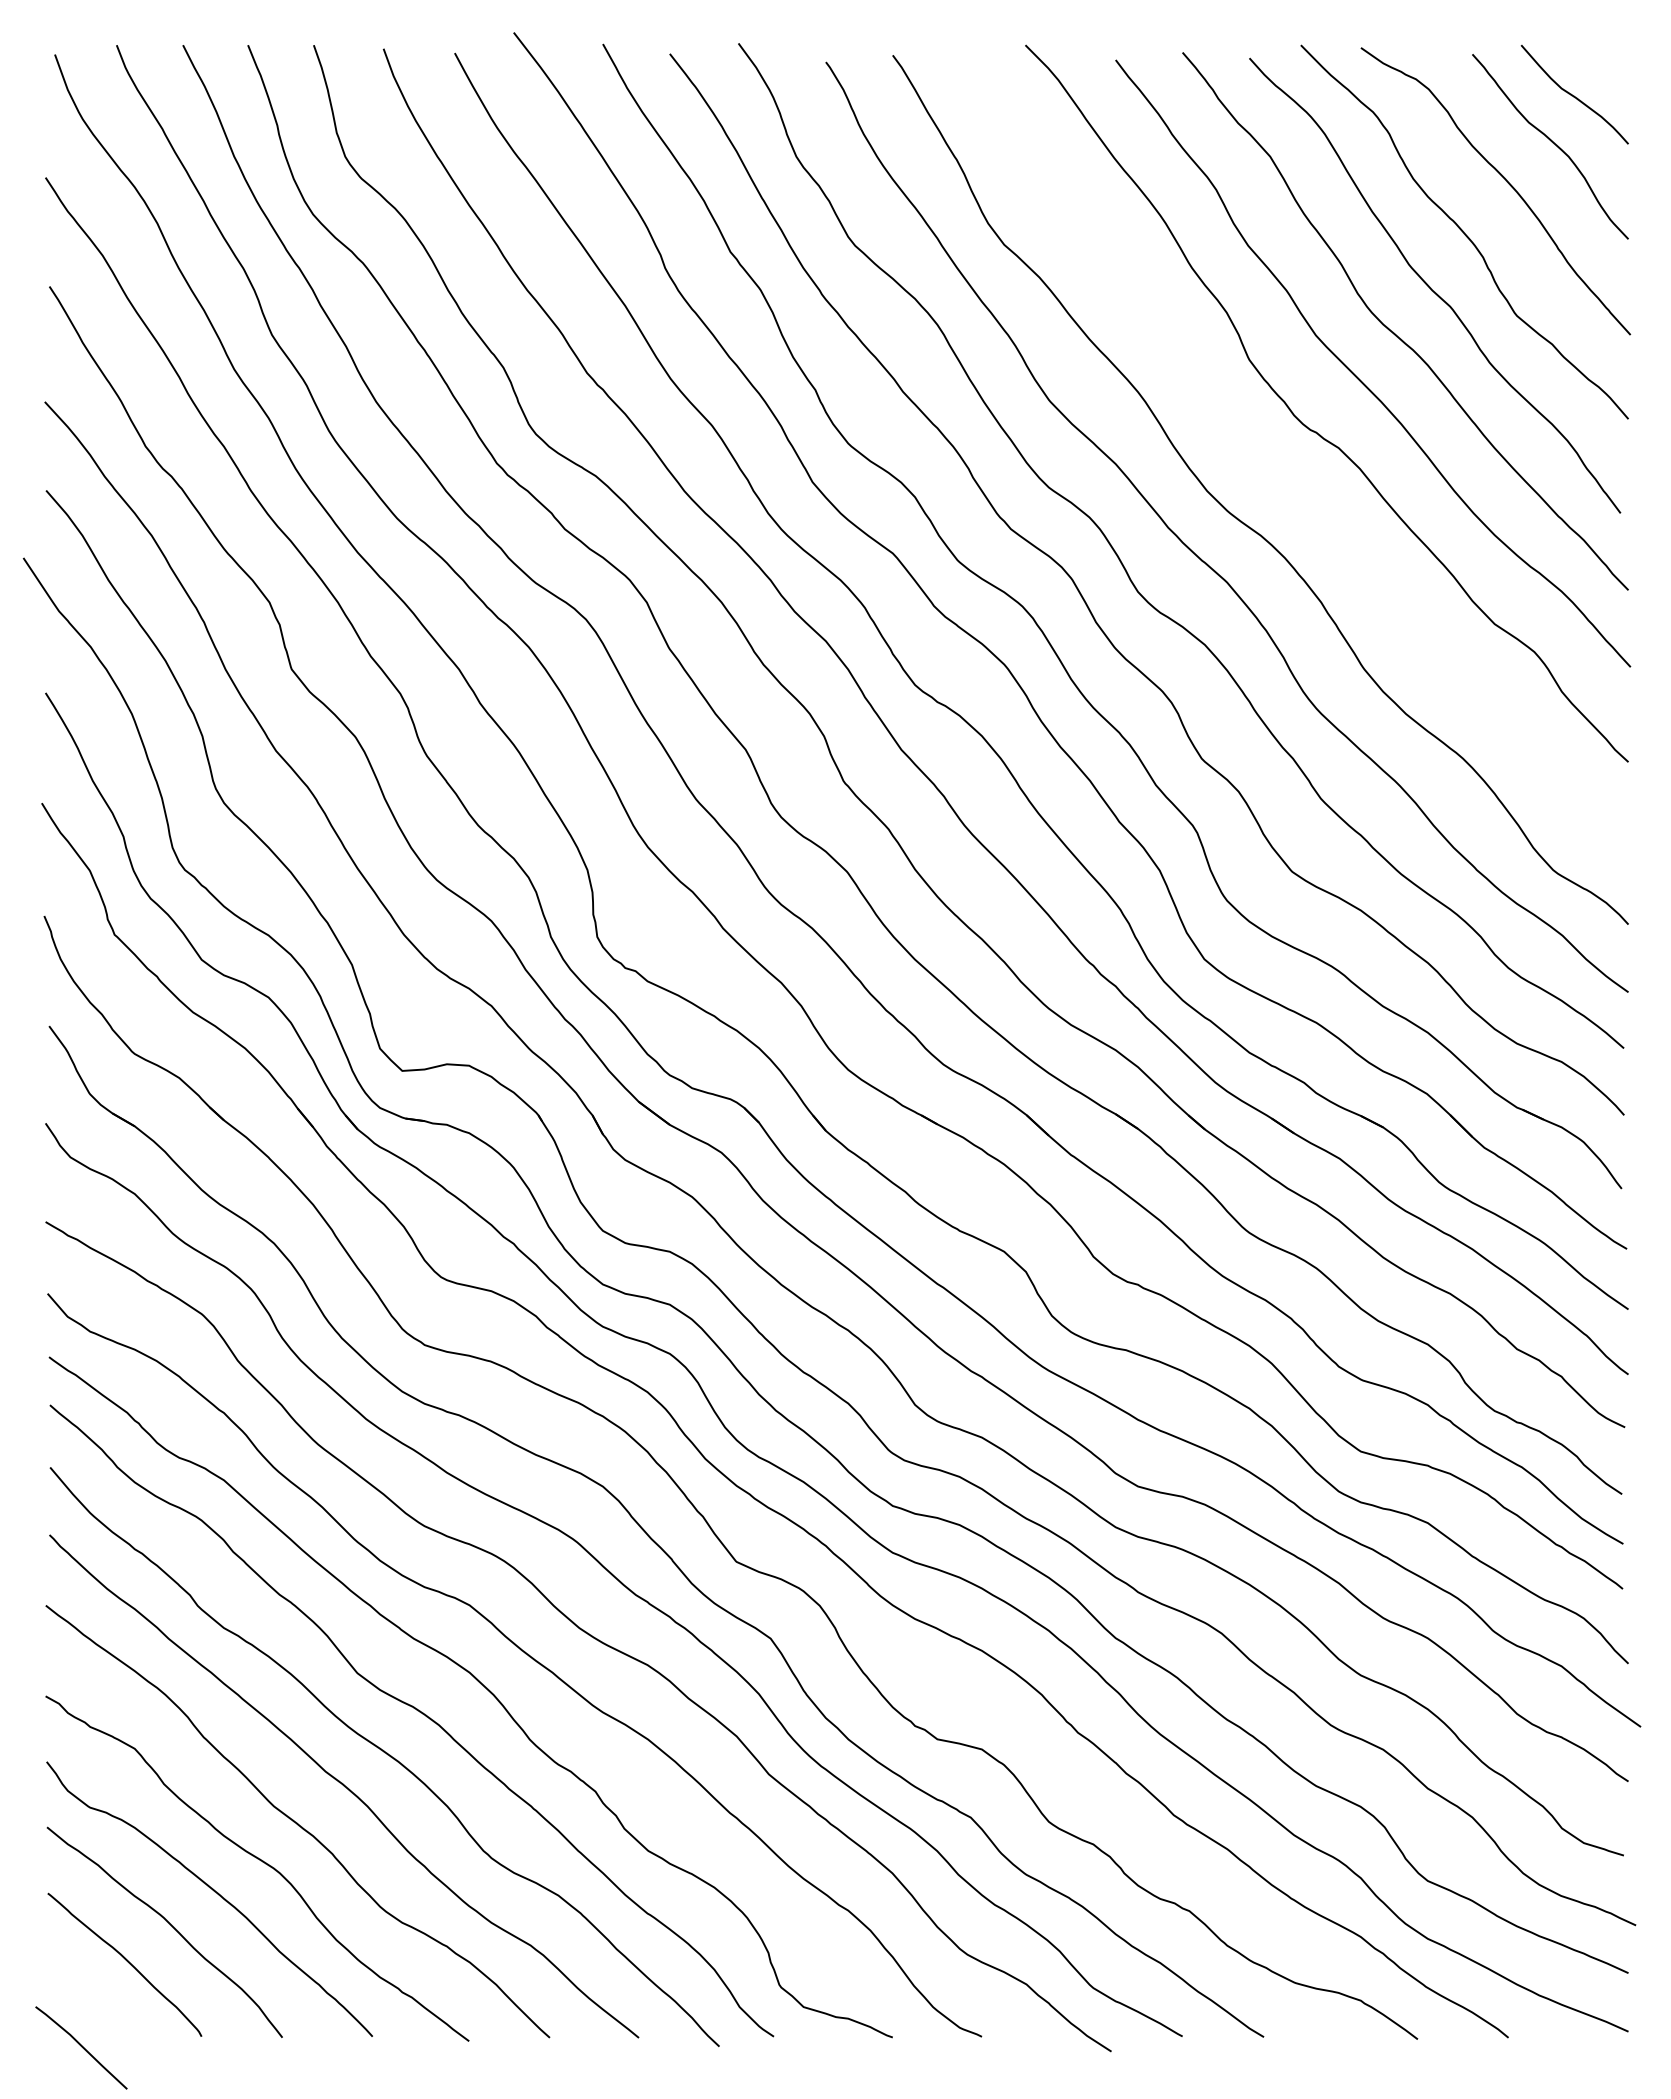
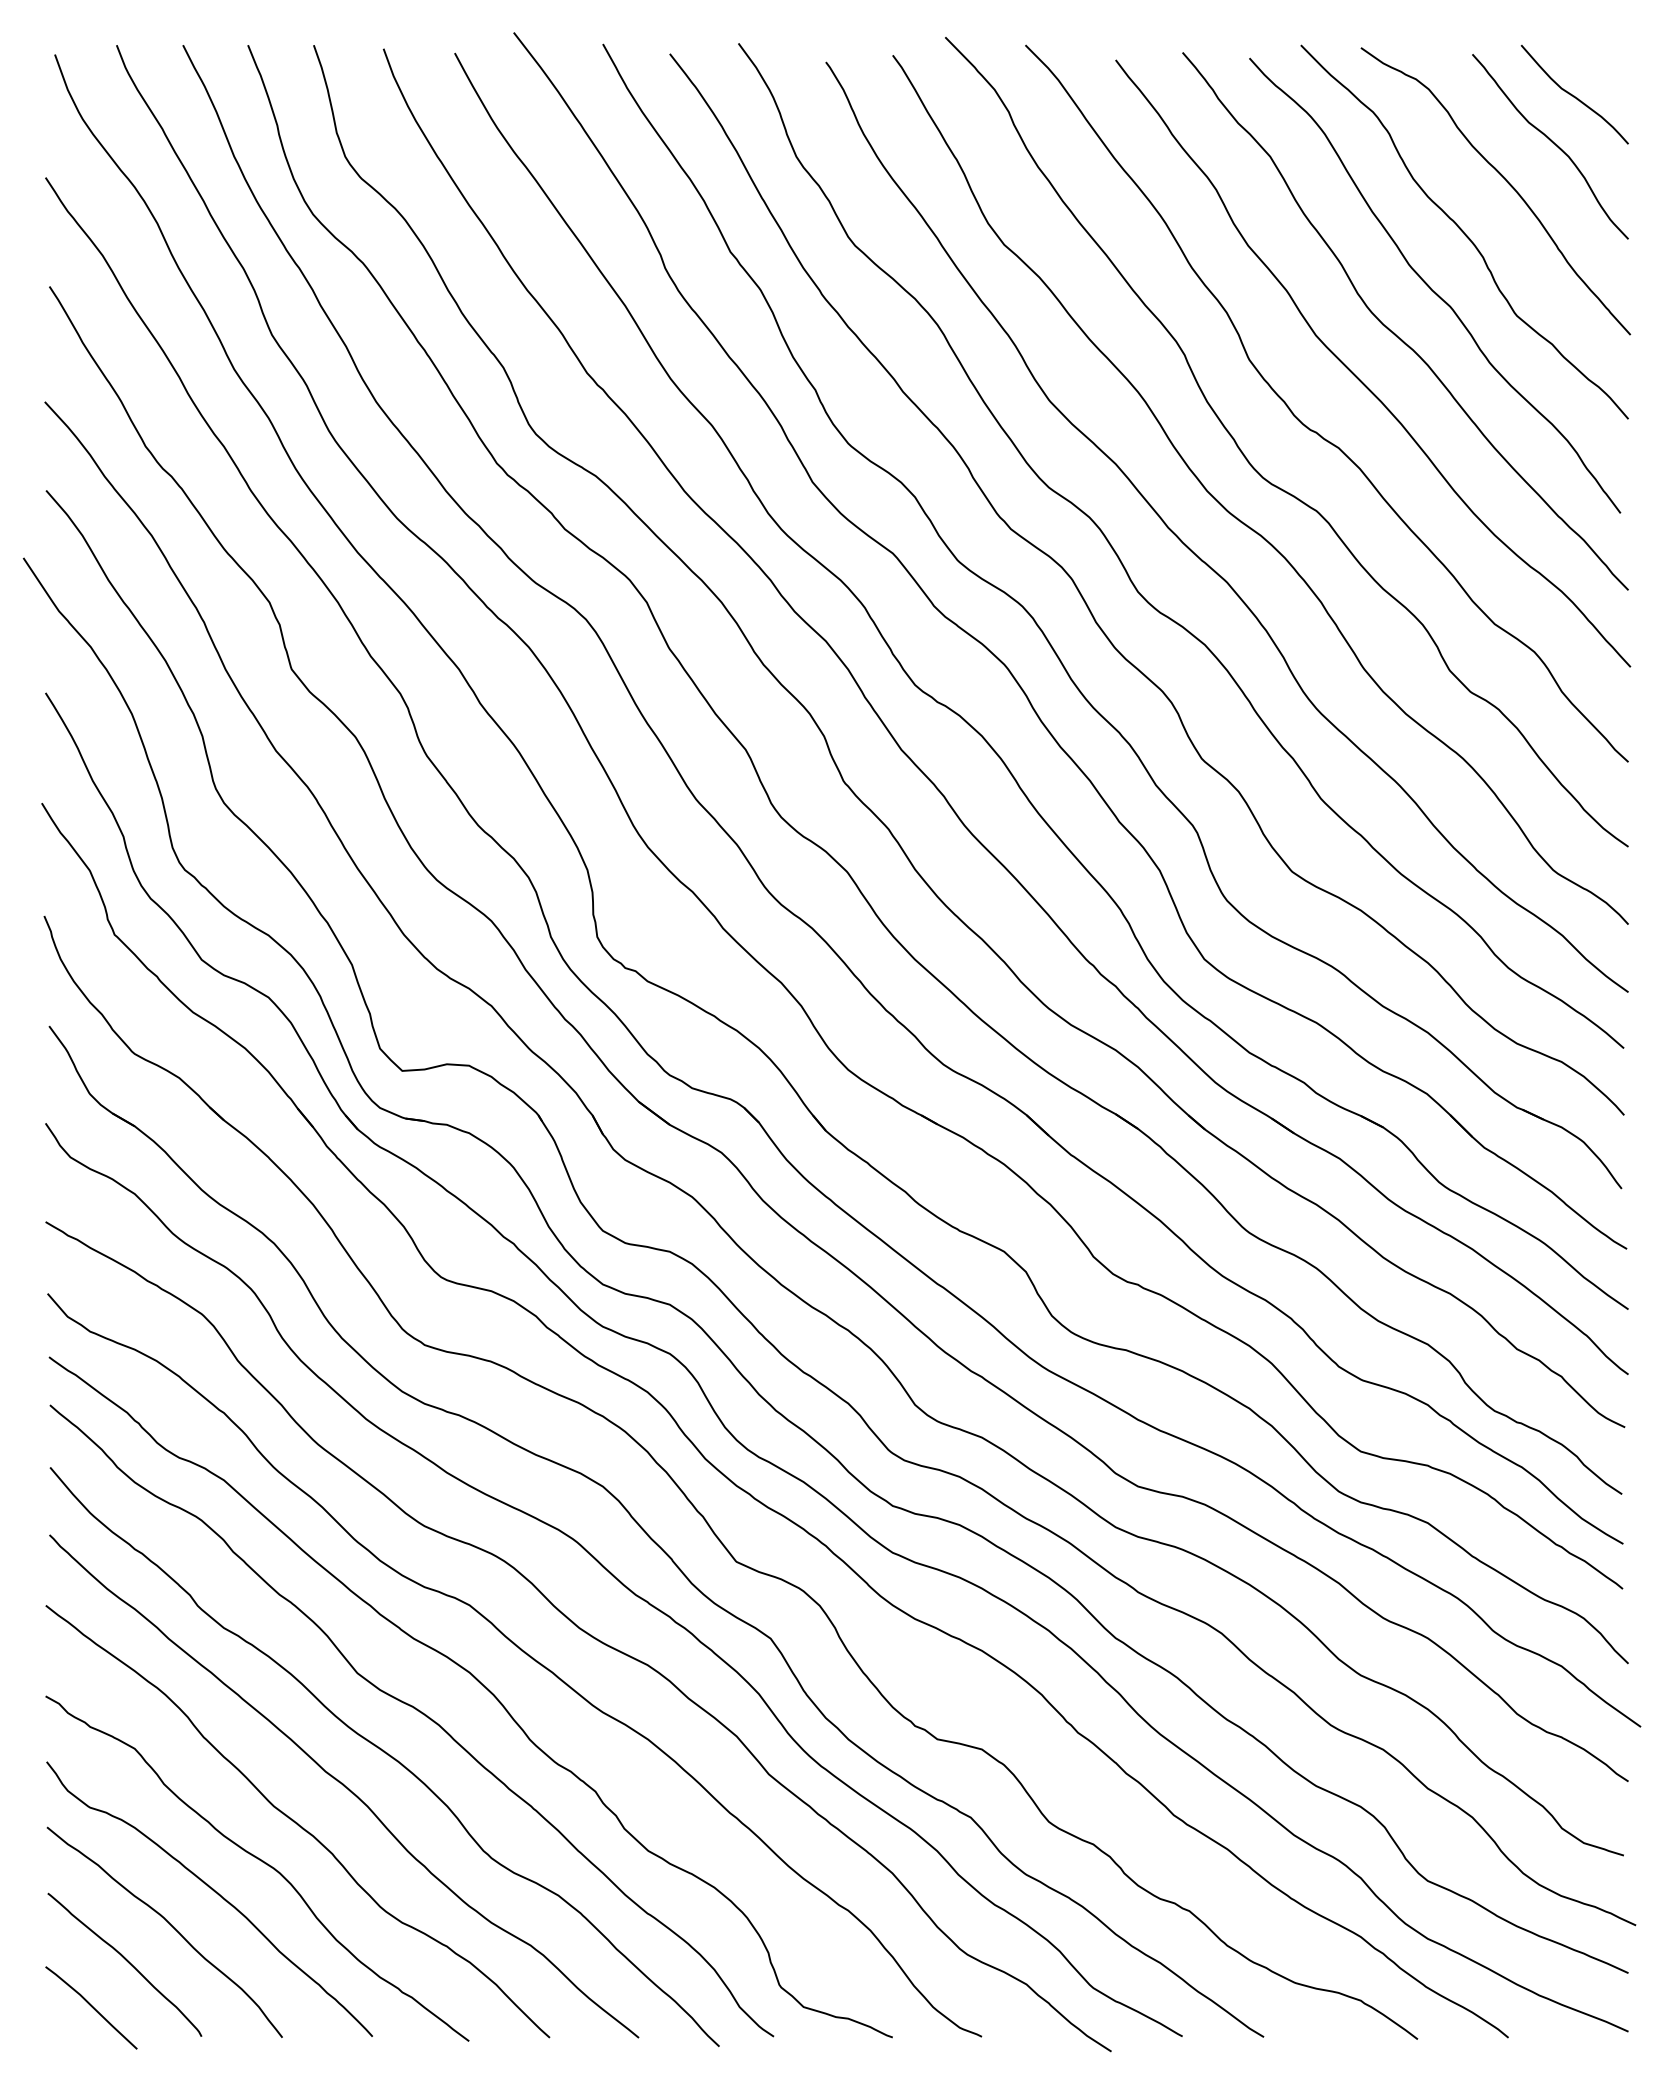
curve at (1257, 470): none -> present
curve at (81, 2047) position: (81, 2047) -> (91, 2007)
